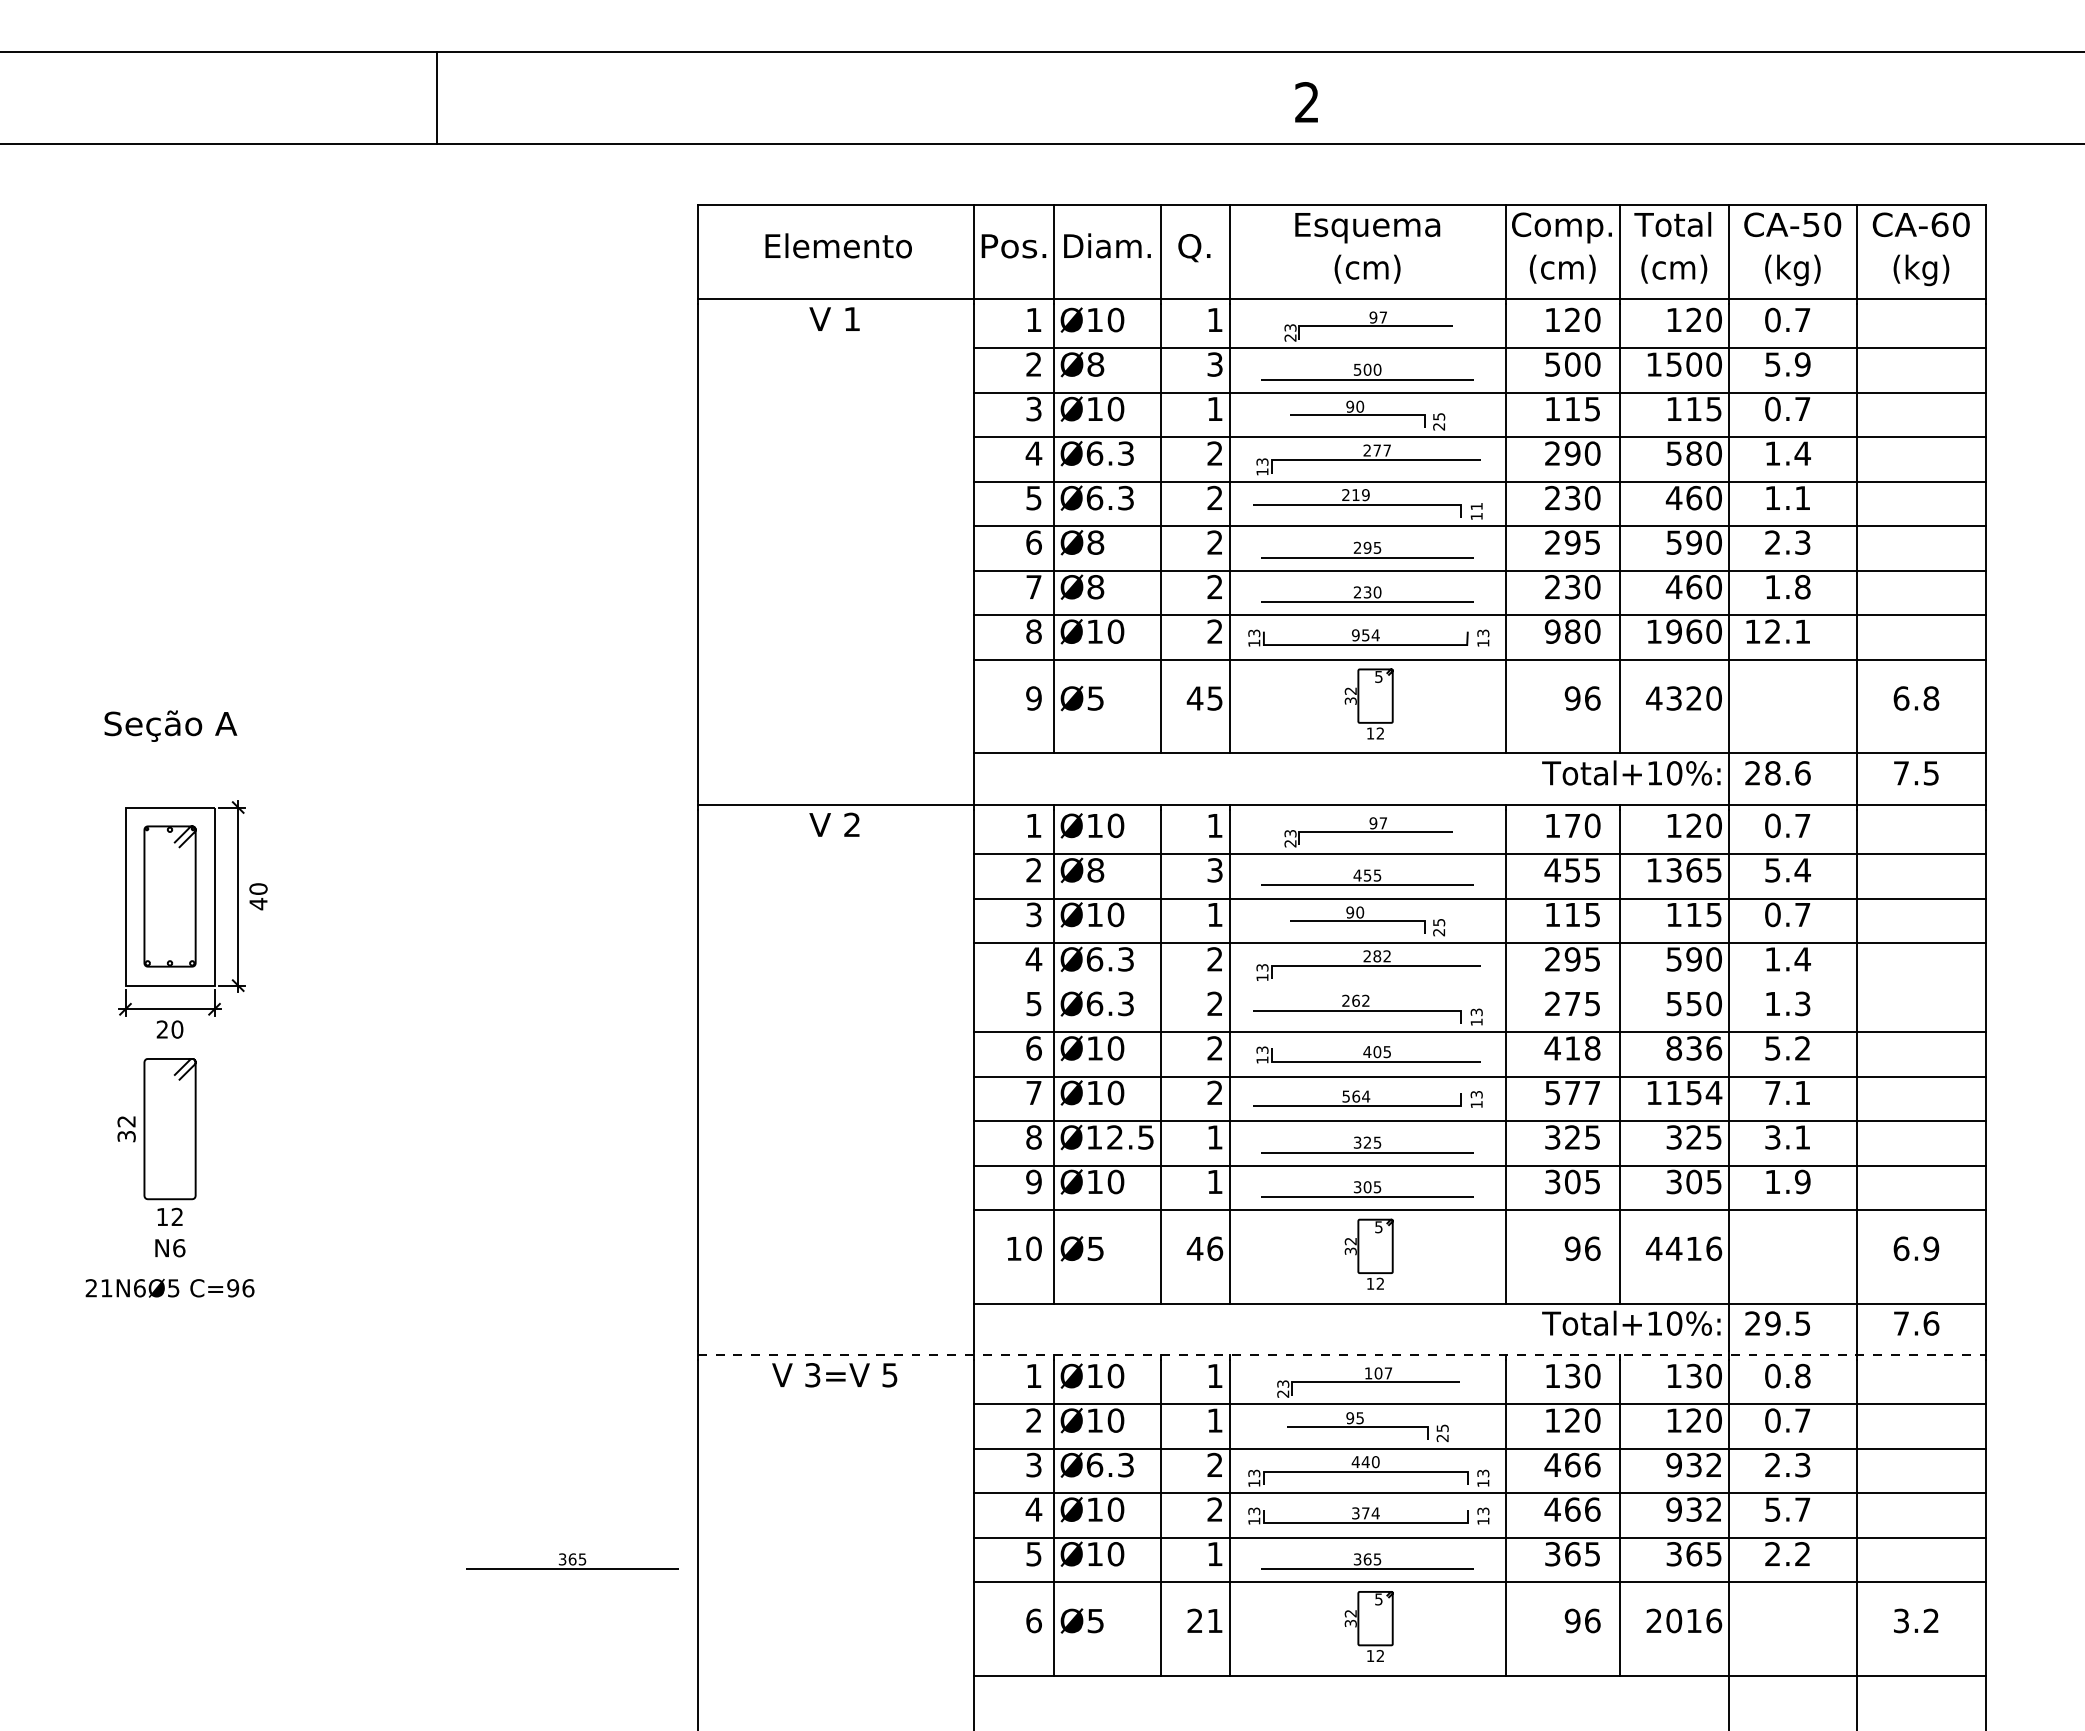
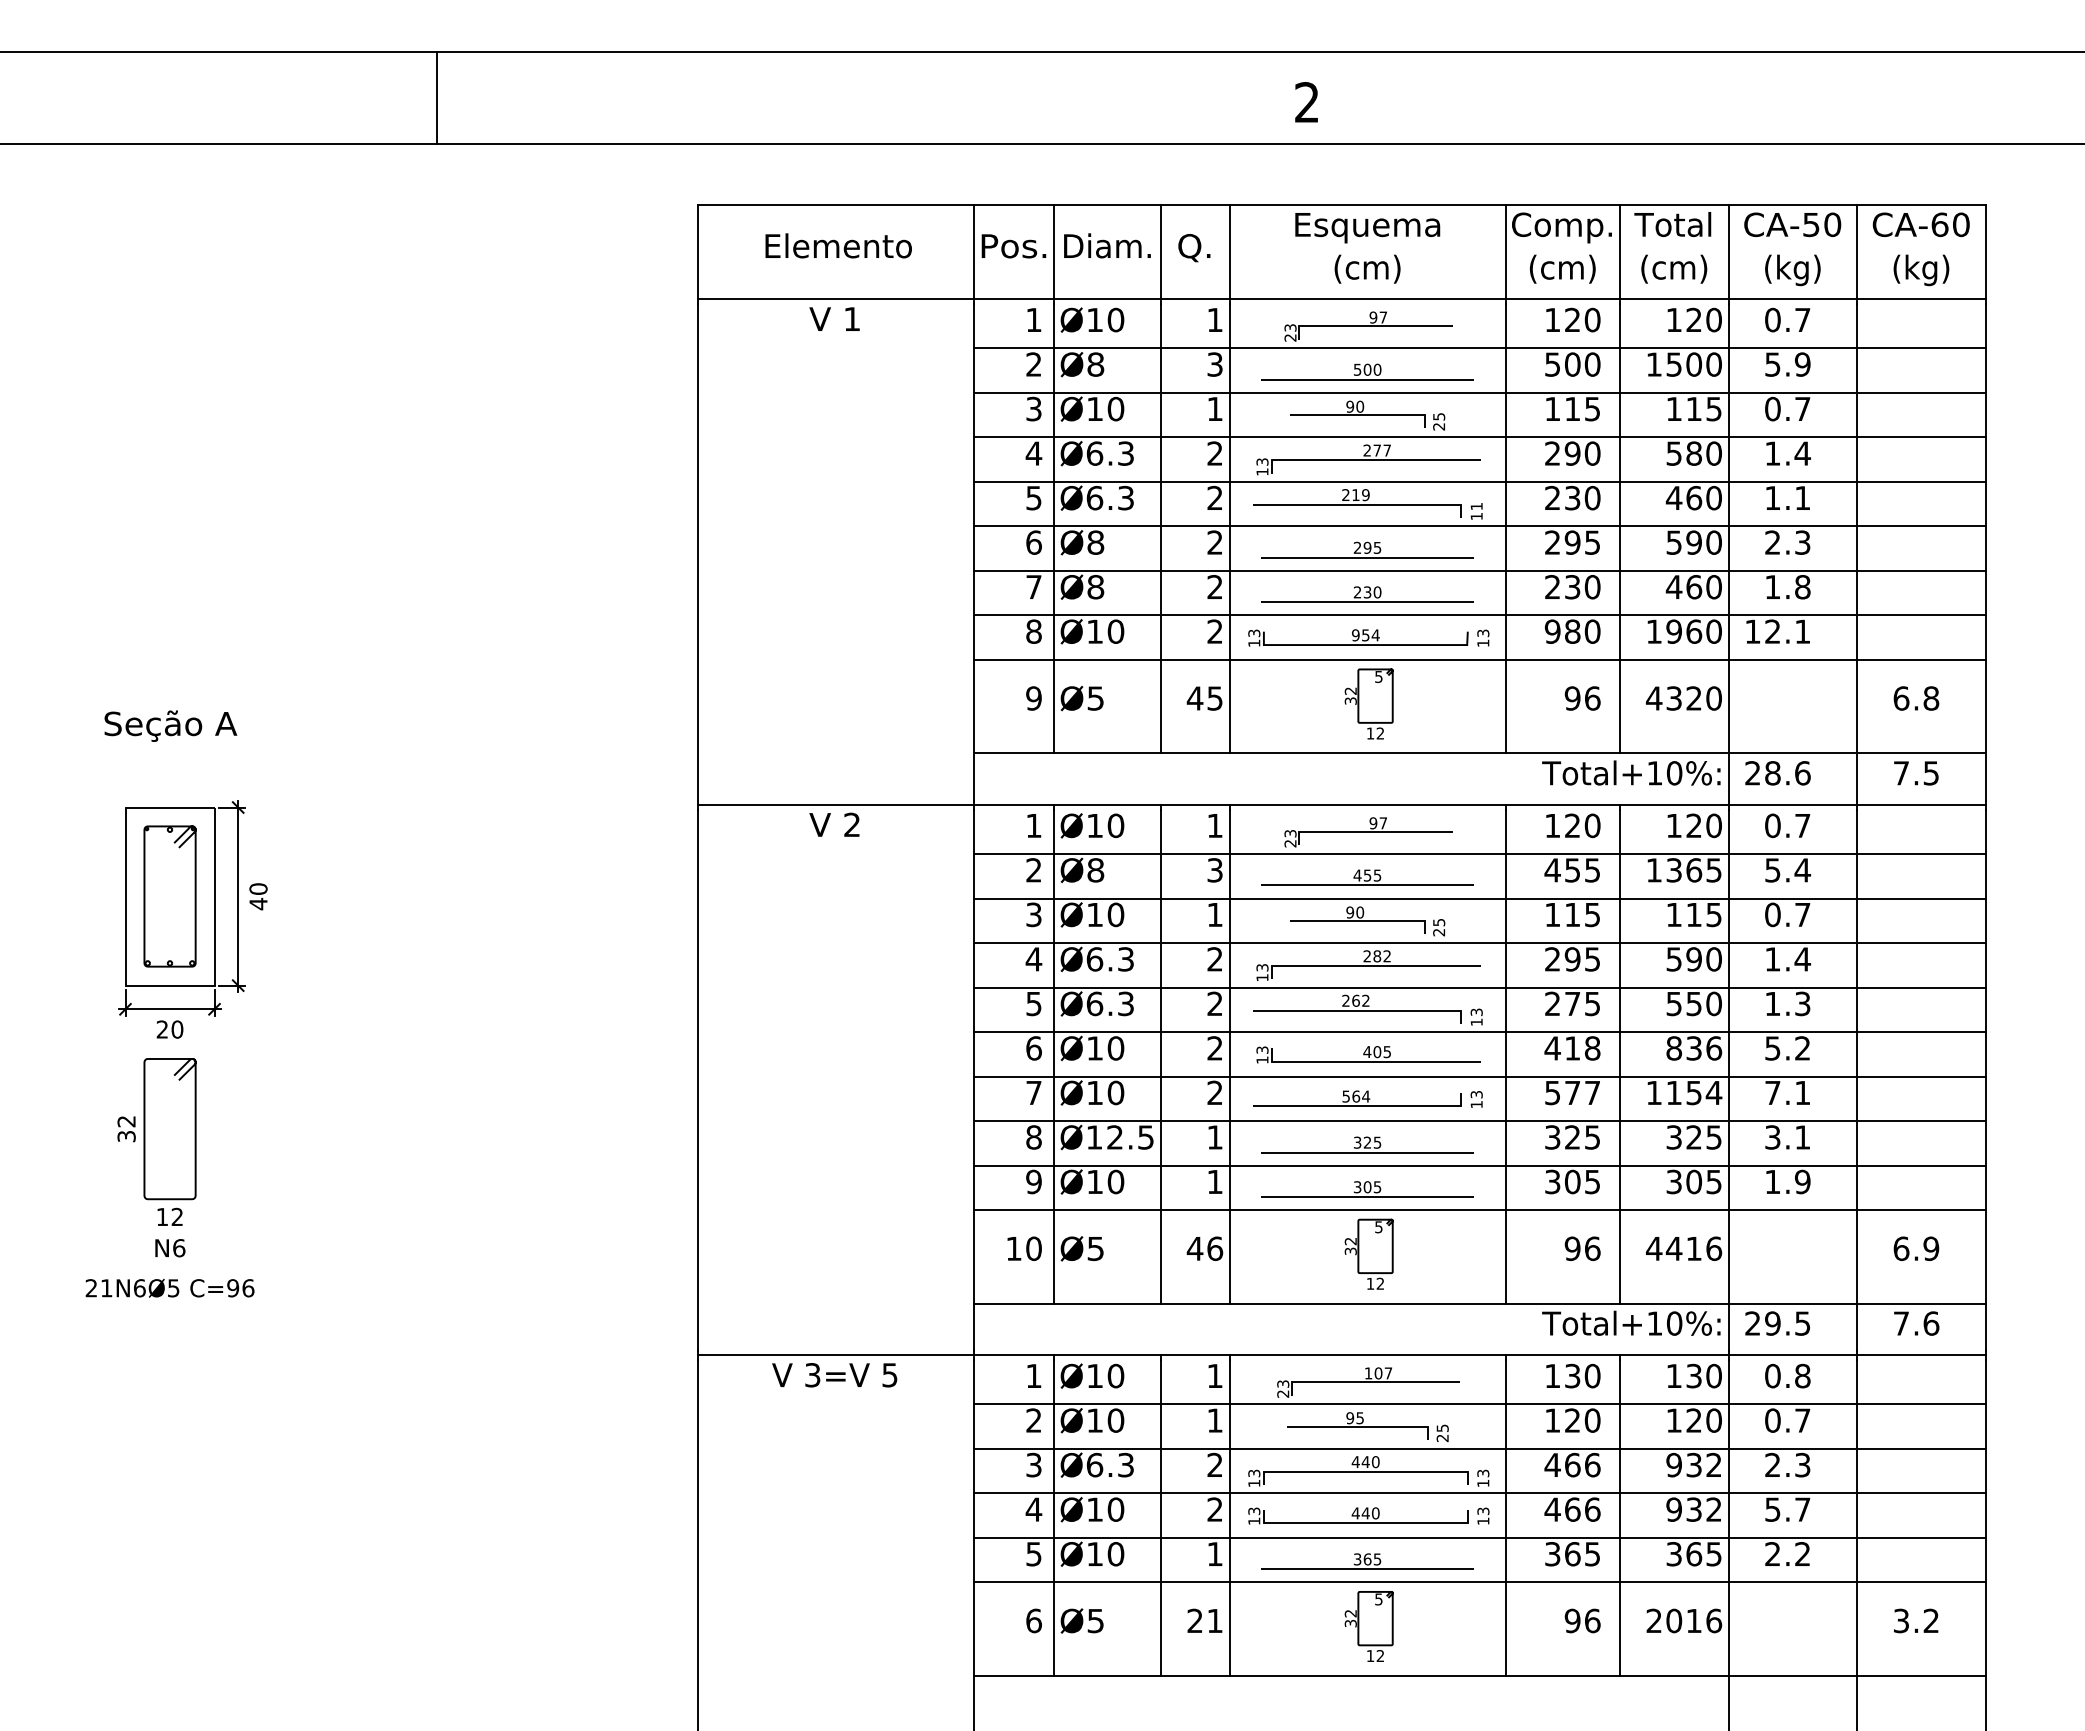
text at (1572, 825): 170 -> 120
line at (1479, 987): none -> present
line at (1341, 1355): dashed -> solid
text at (1365, 1513): 374 -> 440
part at (572, 1561): present -> none
